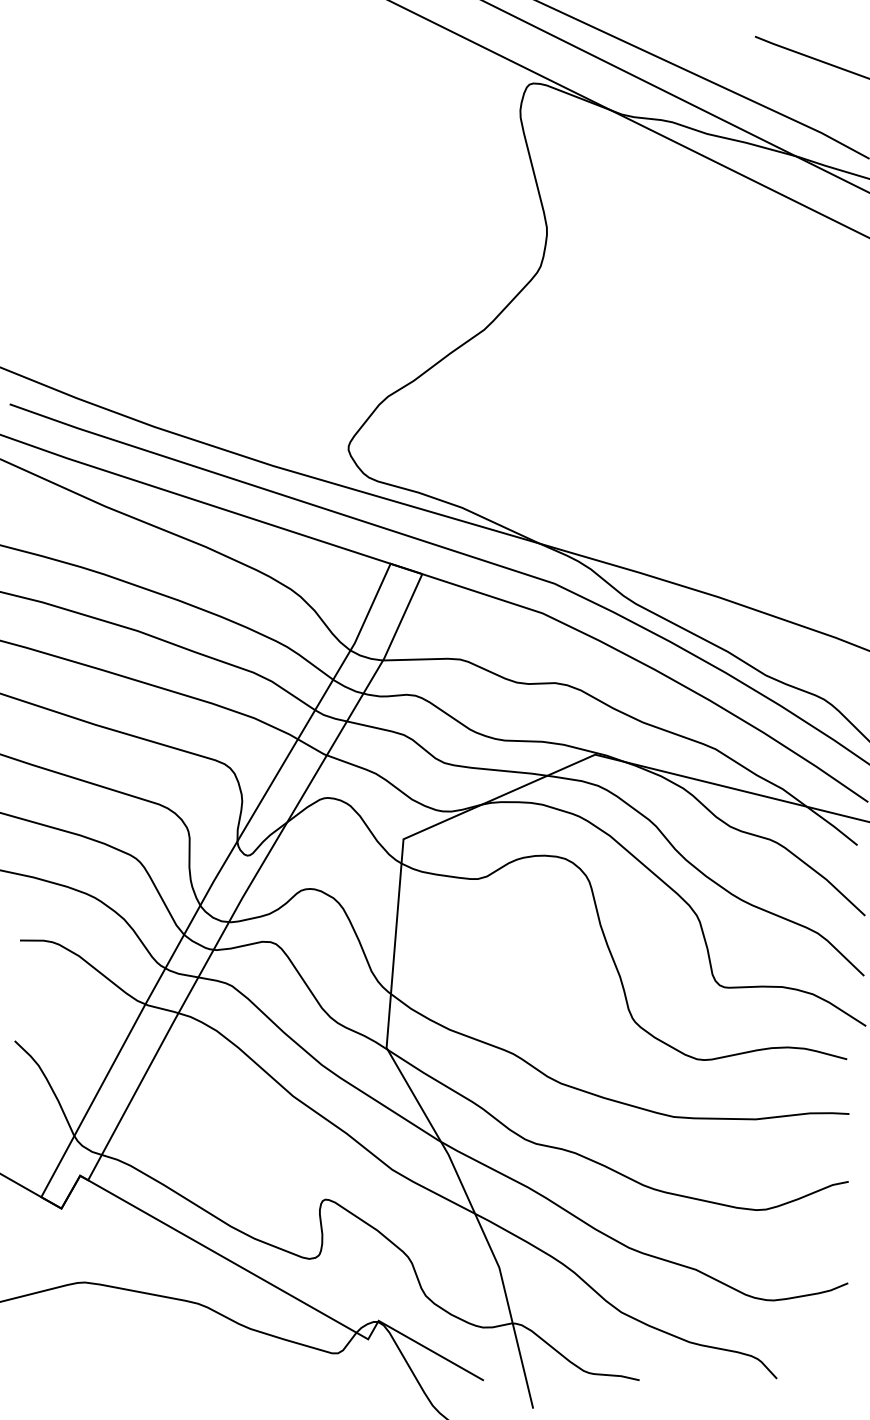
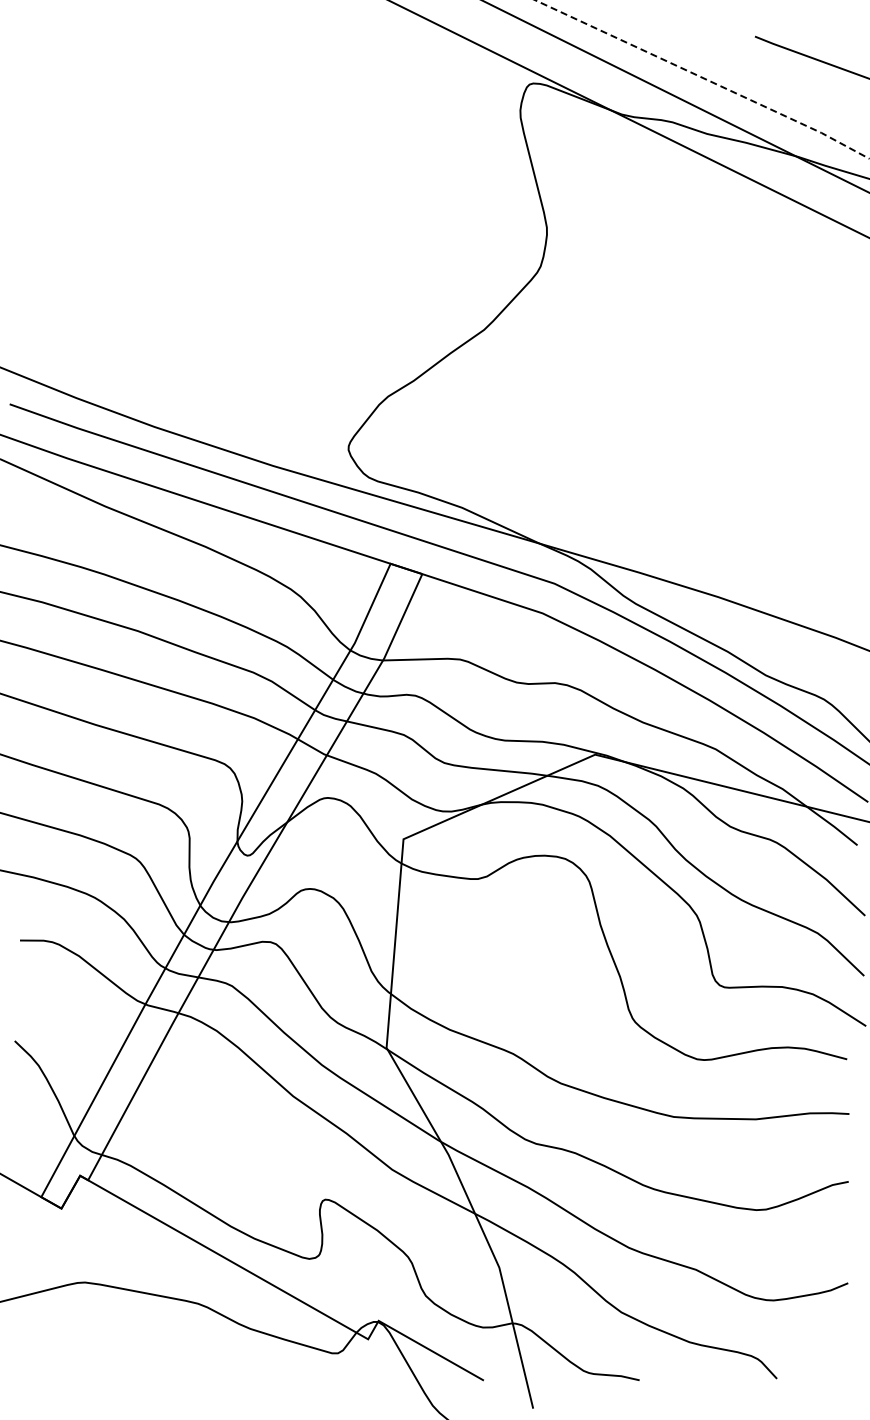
line at (703, 78): solid -> dashed
